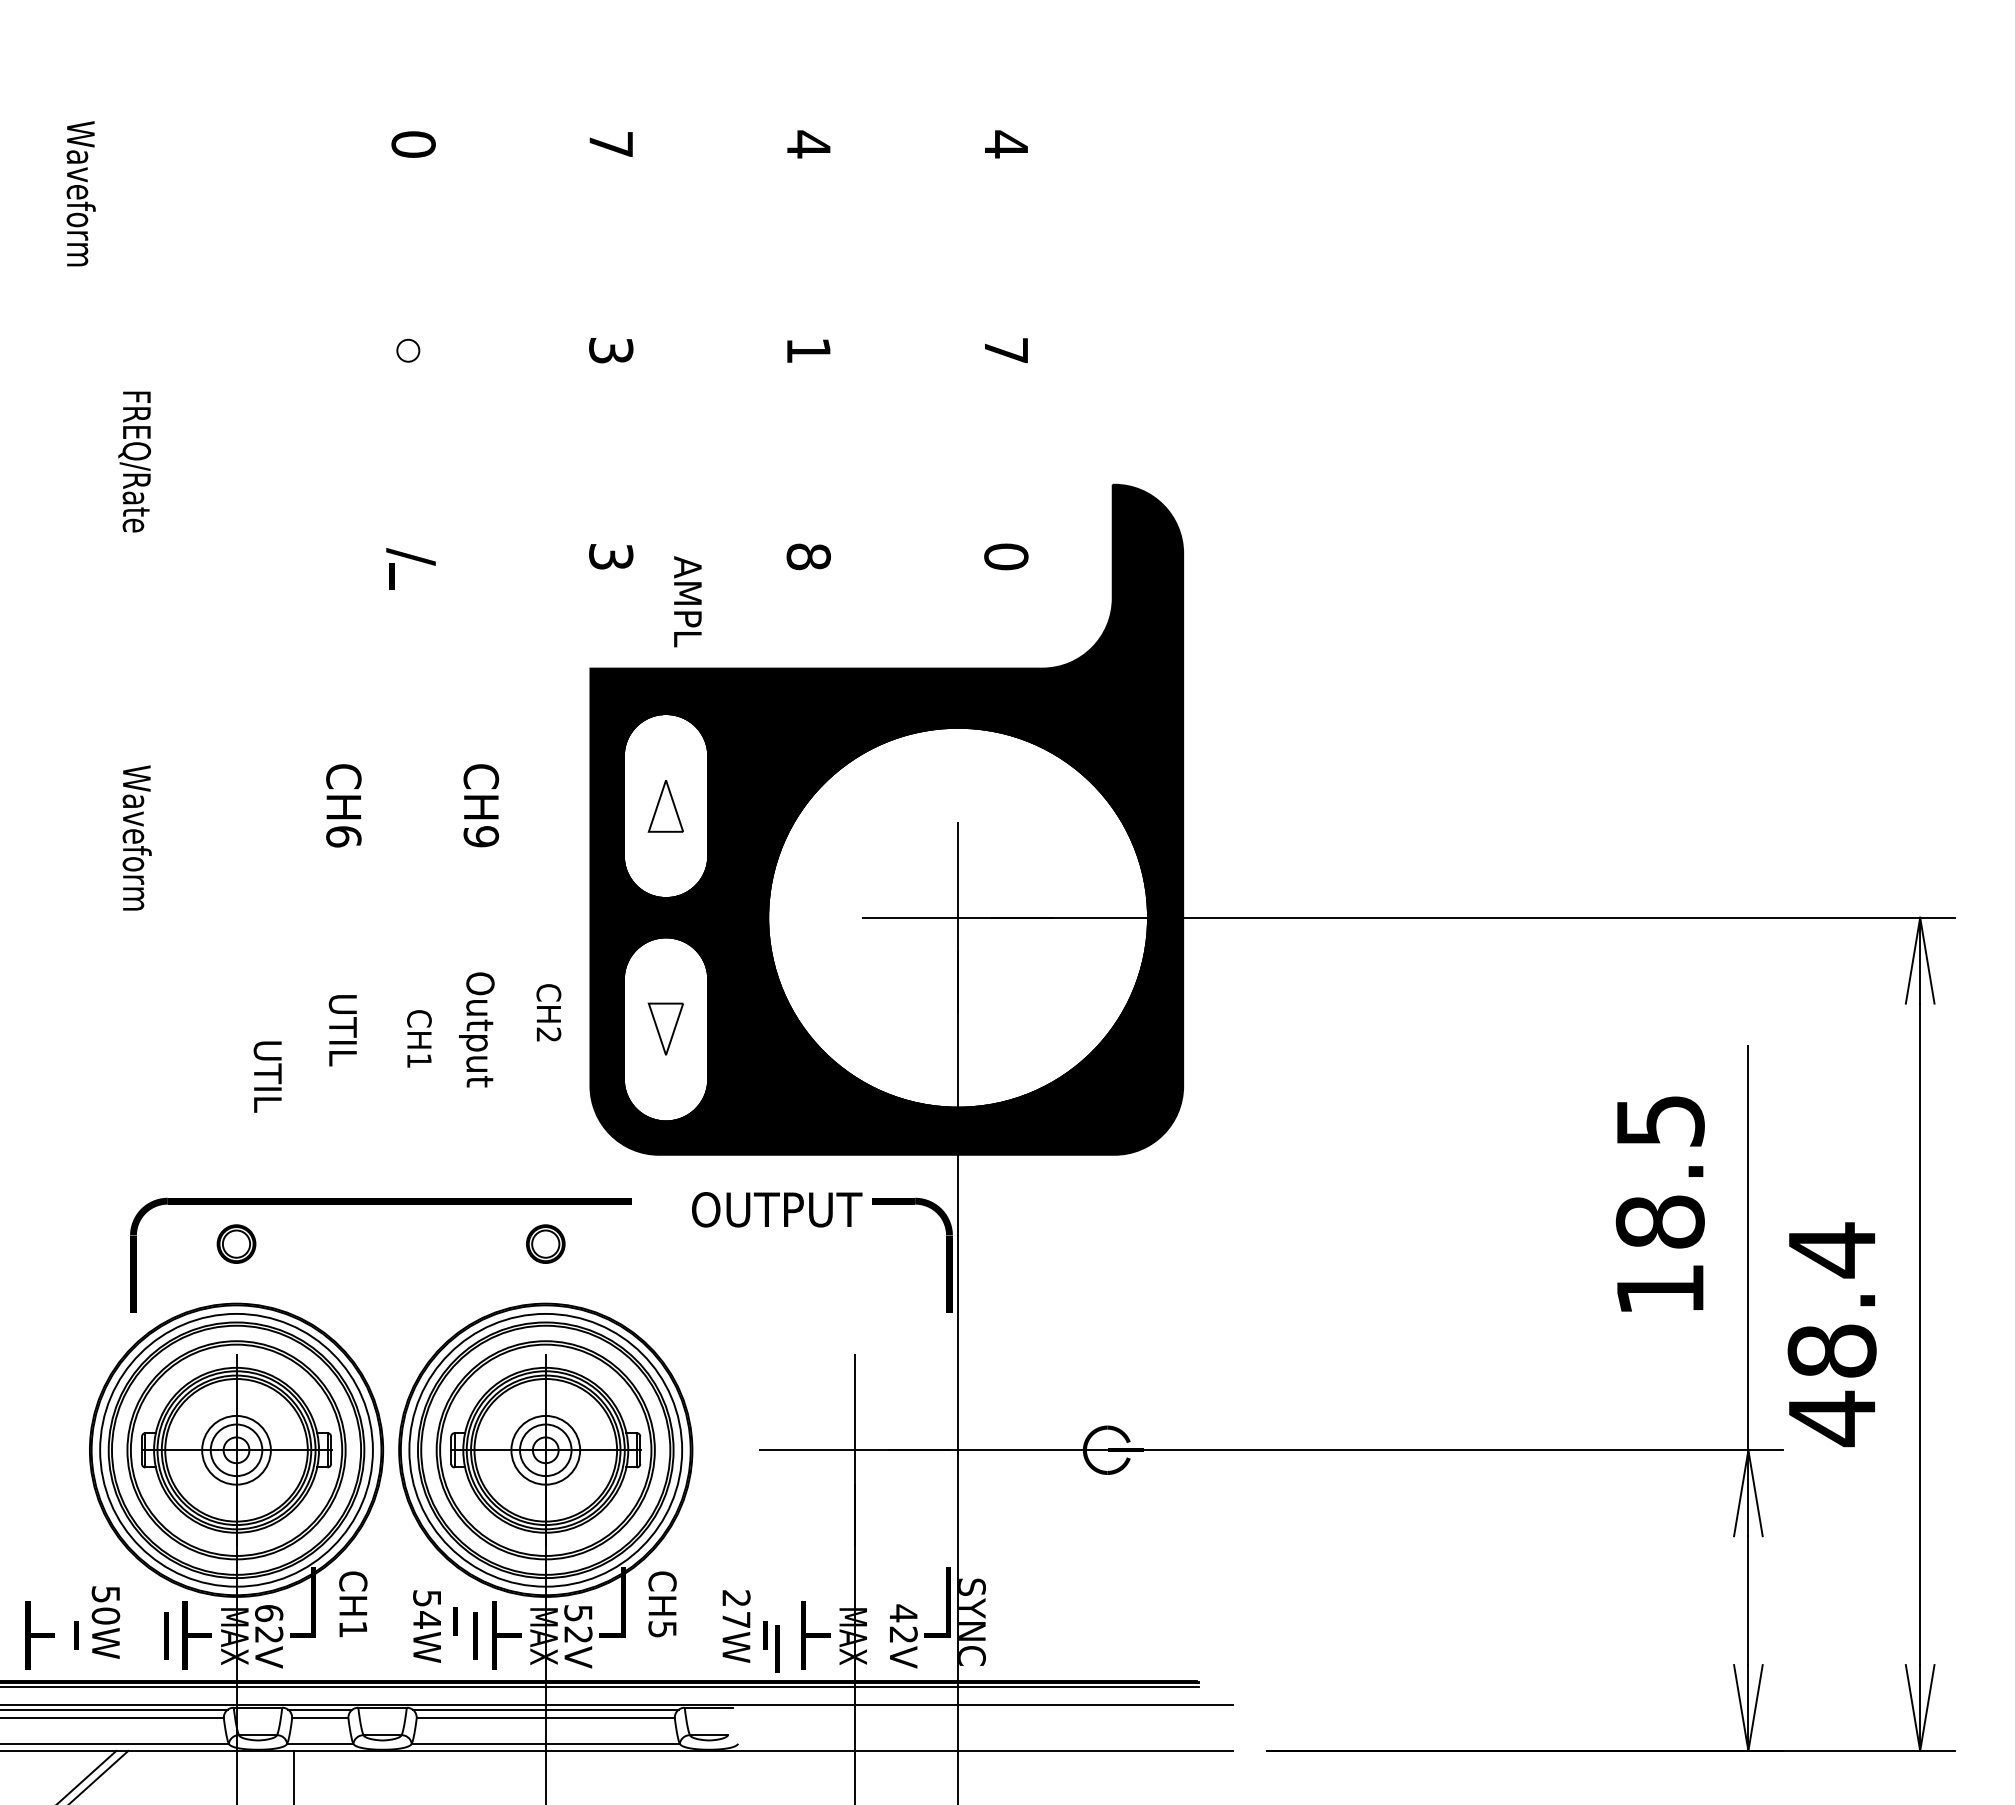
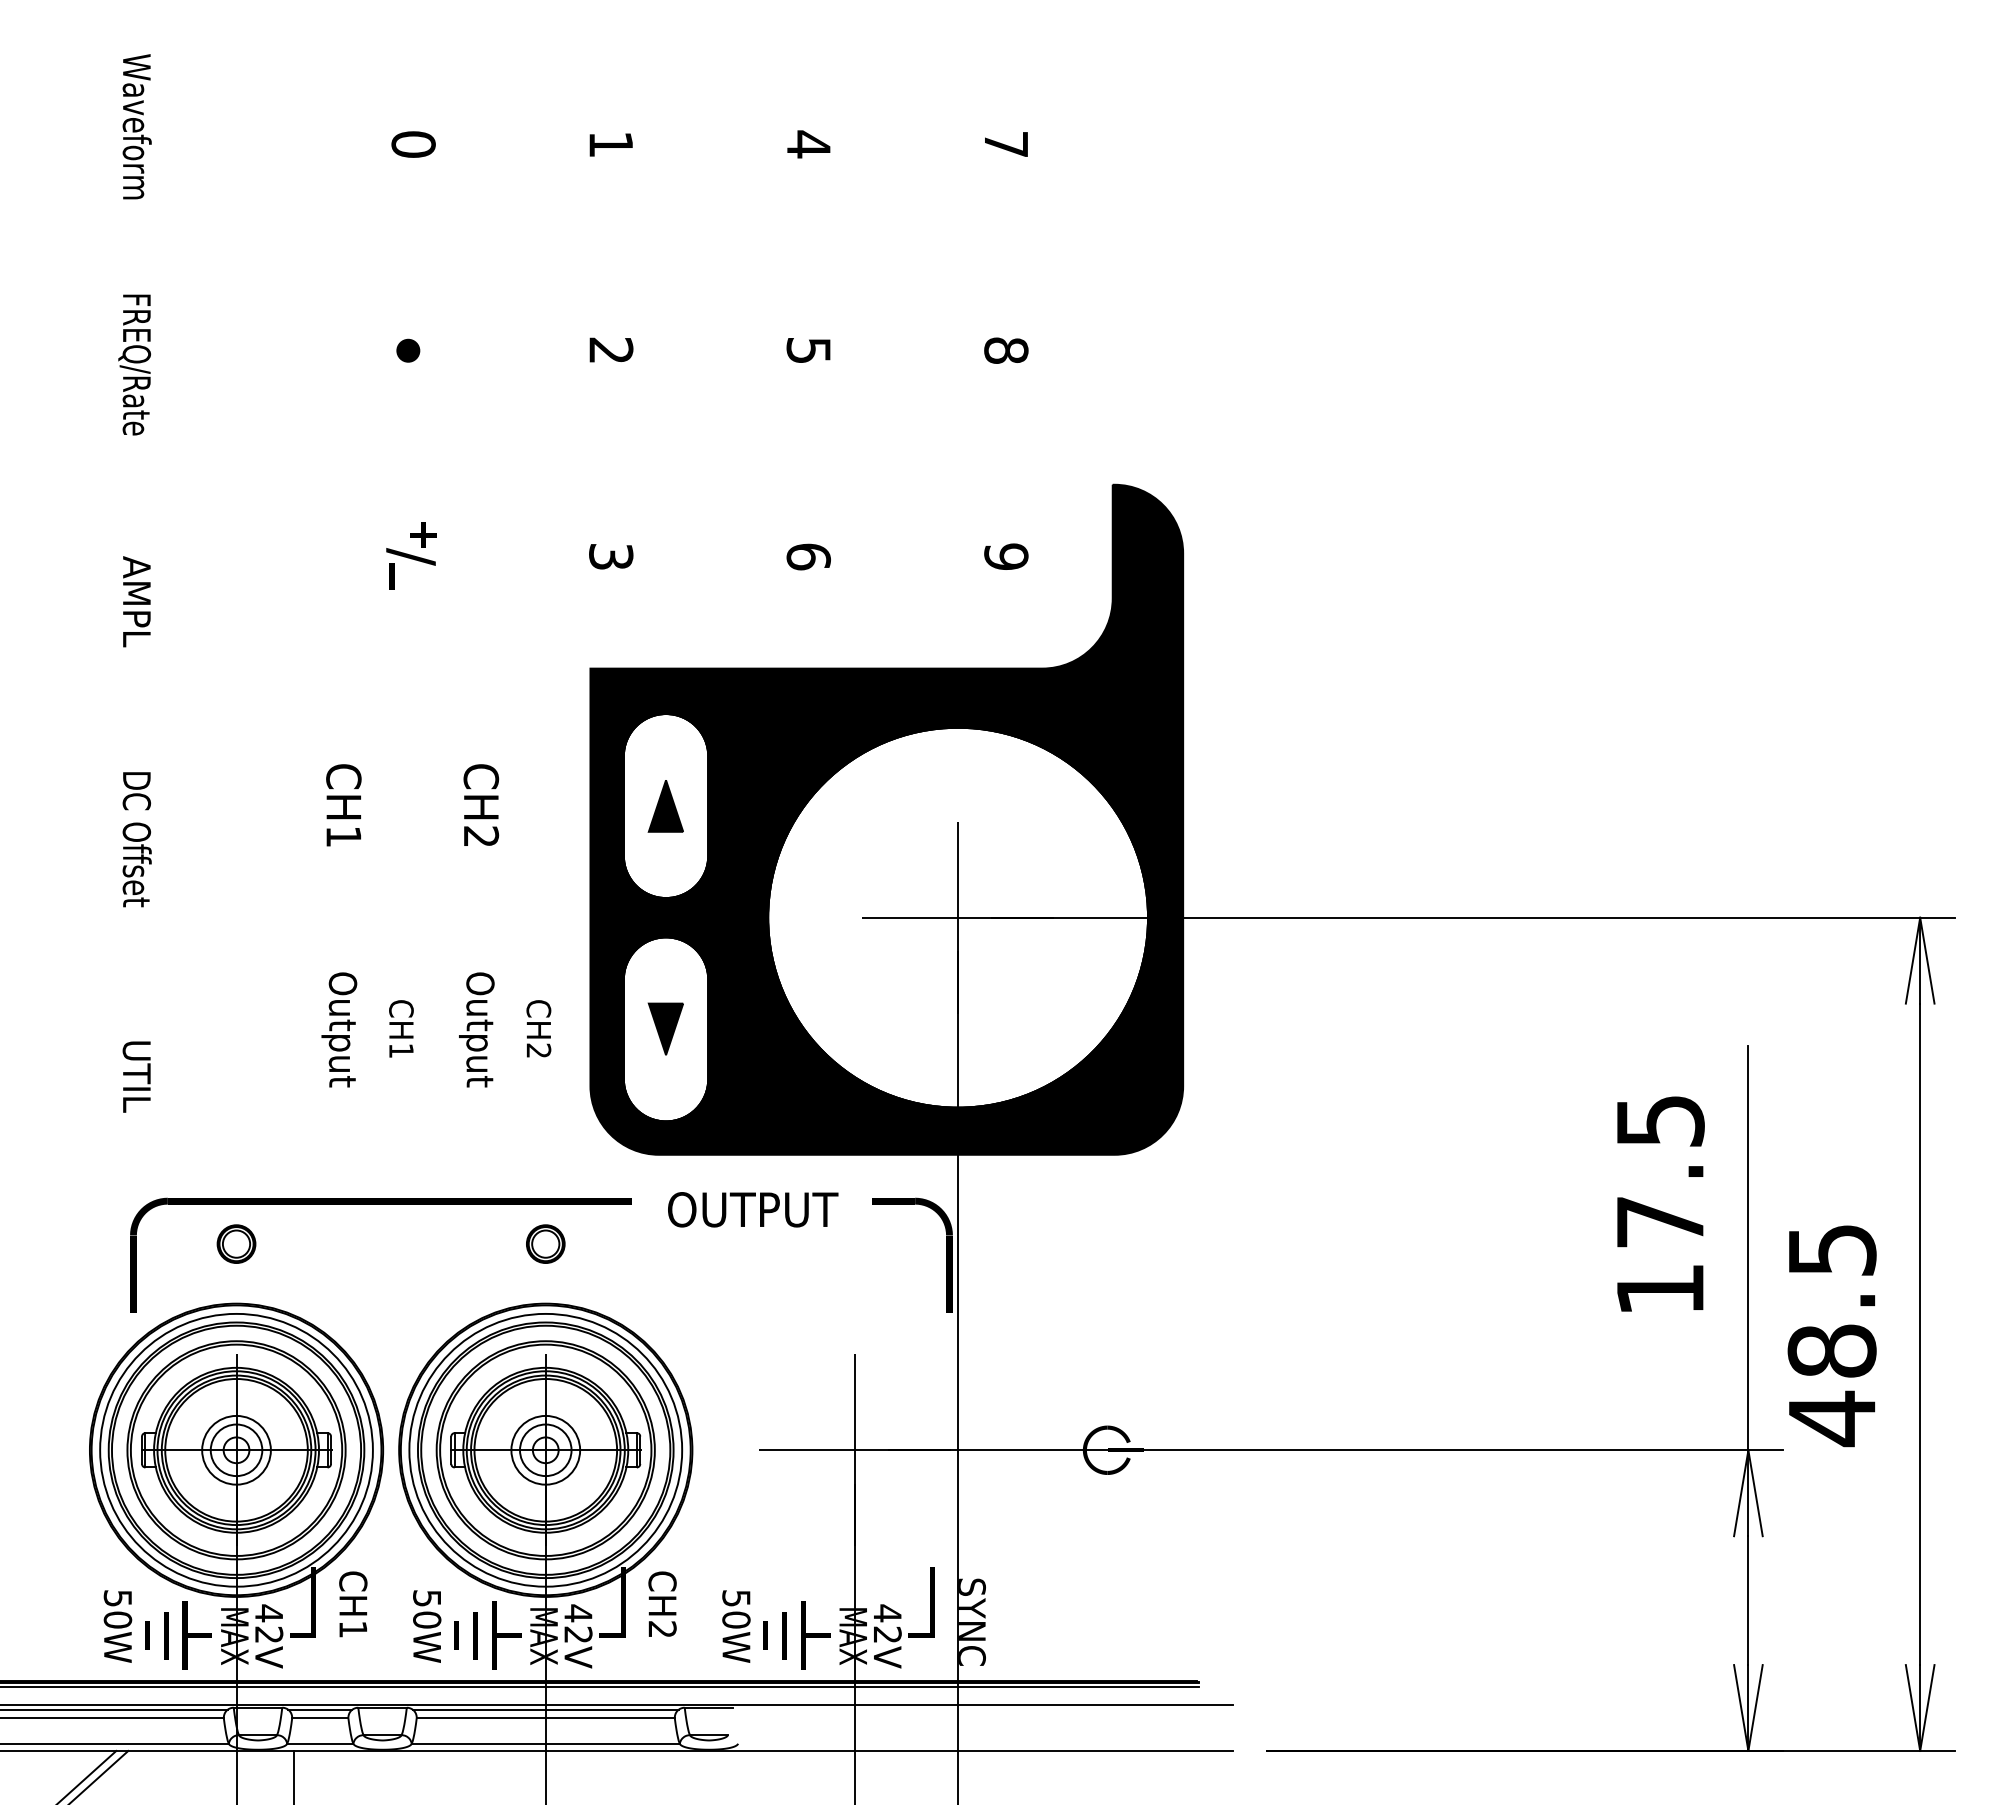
text at (610, 144): 7 -> 1
text at (1006, 144): 4 -> 7
text at (80, 193) position: (80, 193) -> (136, 126)
fill at (408, 350): none -> present
text at (611, 350): 3 -> 2
text at (808, 350): 1 -> 5
text at (1006, 350): 7 -> 8
text at (134, 461) position: (134, 461) -> (134, 364)
part at (423, 534): none -> present
text at (808, 556): 8 -> 6
text at (1006, 556): 0 -> 9
text at (687, 601) position: (687, 601) -> (136, 601)
fill at (665, 805): none -> present
text at (343, 836): CH6 -> CH1
text at (480, 836): CH9 -> CH2
text at (136, 837): Waveform -> DC Offset
text at (548, 1012) position: (548, 1012) -> (538, 1028)
text at (339, 1029): UTIL -> Output
fill at (665, 1029): none -> present
text at (419, 1038) position: (419, 1038) -> (401, 1028)
text at (267, 1076) position: (267, 1076) -> (136, 1076)
text at (777, 1209) position: (777, 1209) -> (753, 1209)
text at (1659, 1221): 18.5 -> 17.5
text at (1832, 1250): 48.4 -> 48.5
text at (736, 1609): 27 -> 50
text at (269, 1613): 62V -> 42V
text at (578, 1613): 52V -> 42V
text at (920, 1617) position: (920, 1617) -> (904, 1617)
text at (427, 1619): 54 -> 50
line at (455, 1621) position: (455, 1621) -> (456, 1635)
text at (105, 1622) position: (105, 1622) -> (117, 1626)
text at (662, 1629): CH5 -> CH2
part at (39, 1635): present -> none
line at (76, 1635) position: (76, 1635) -> (147, 1635)
line at (777, 1648) position: (777, 1648) -> (784, 1635)
